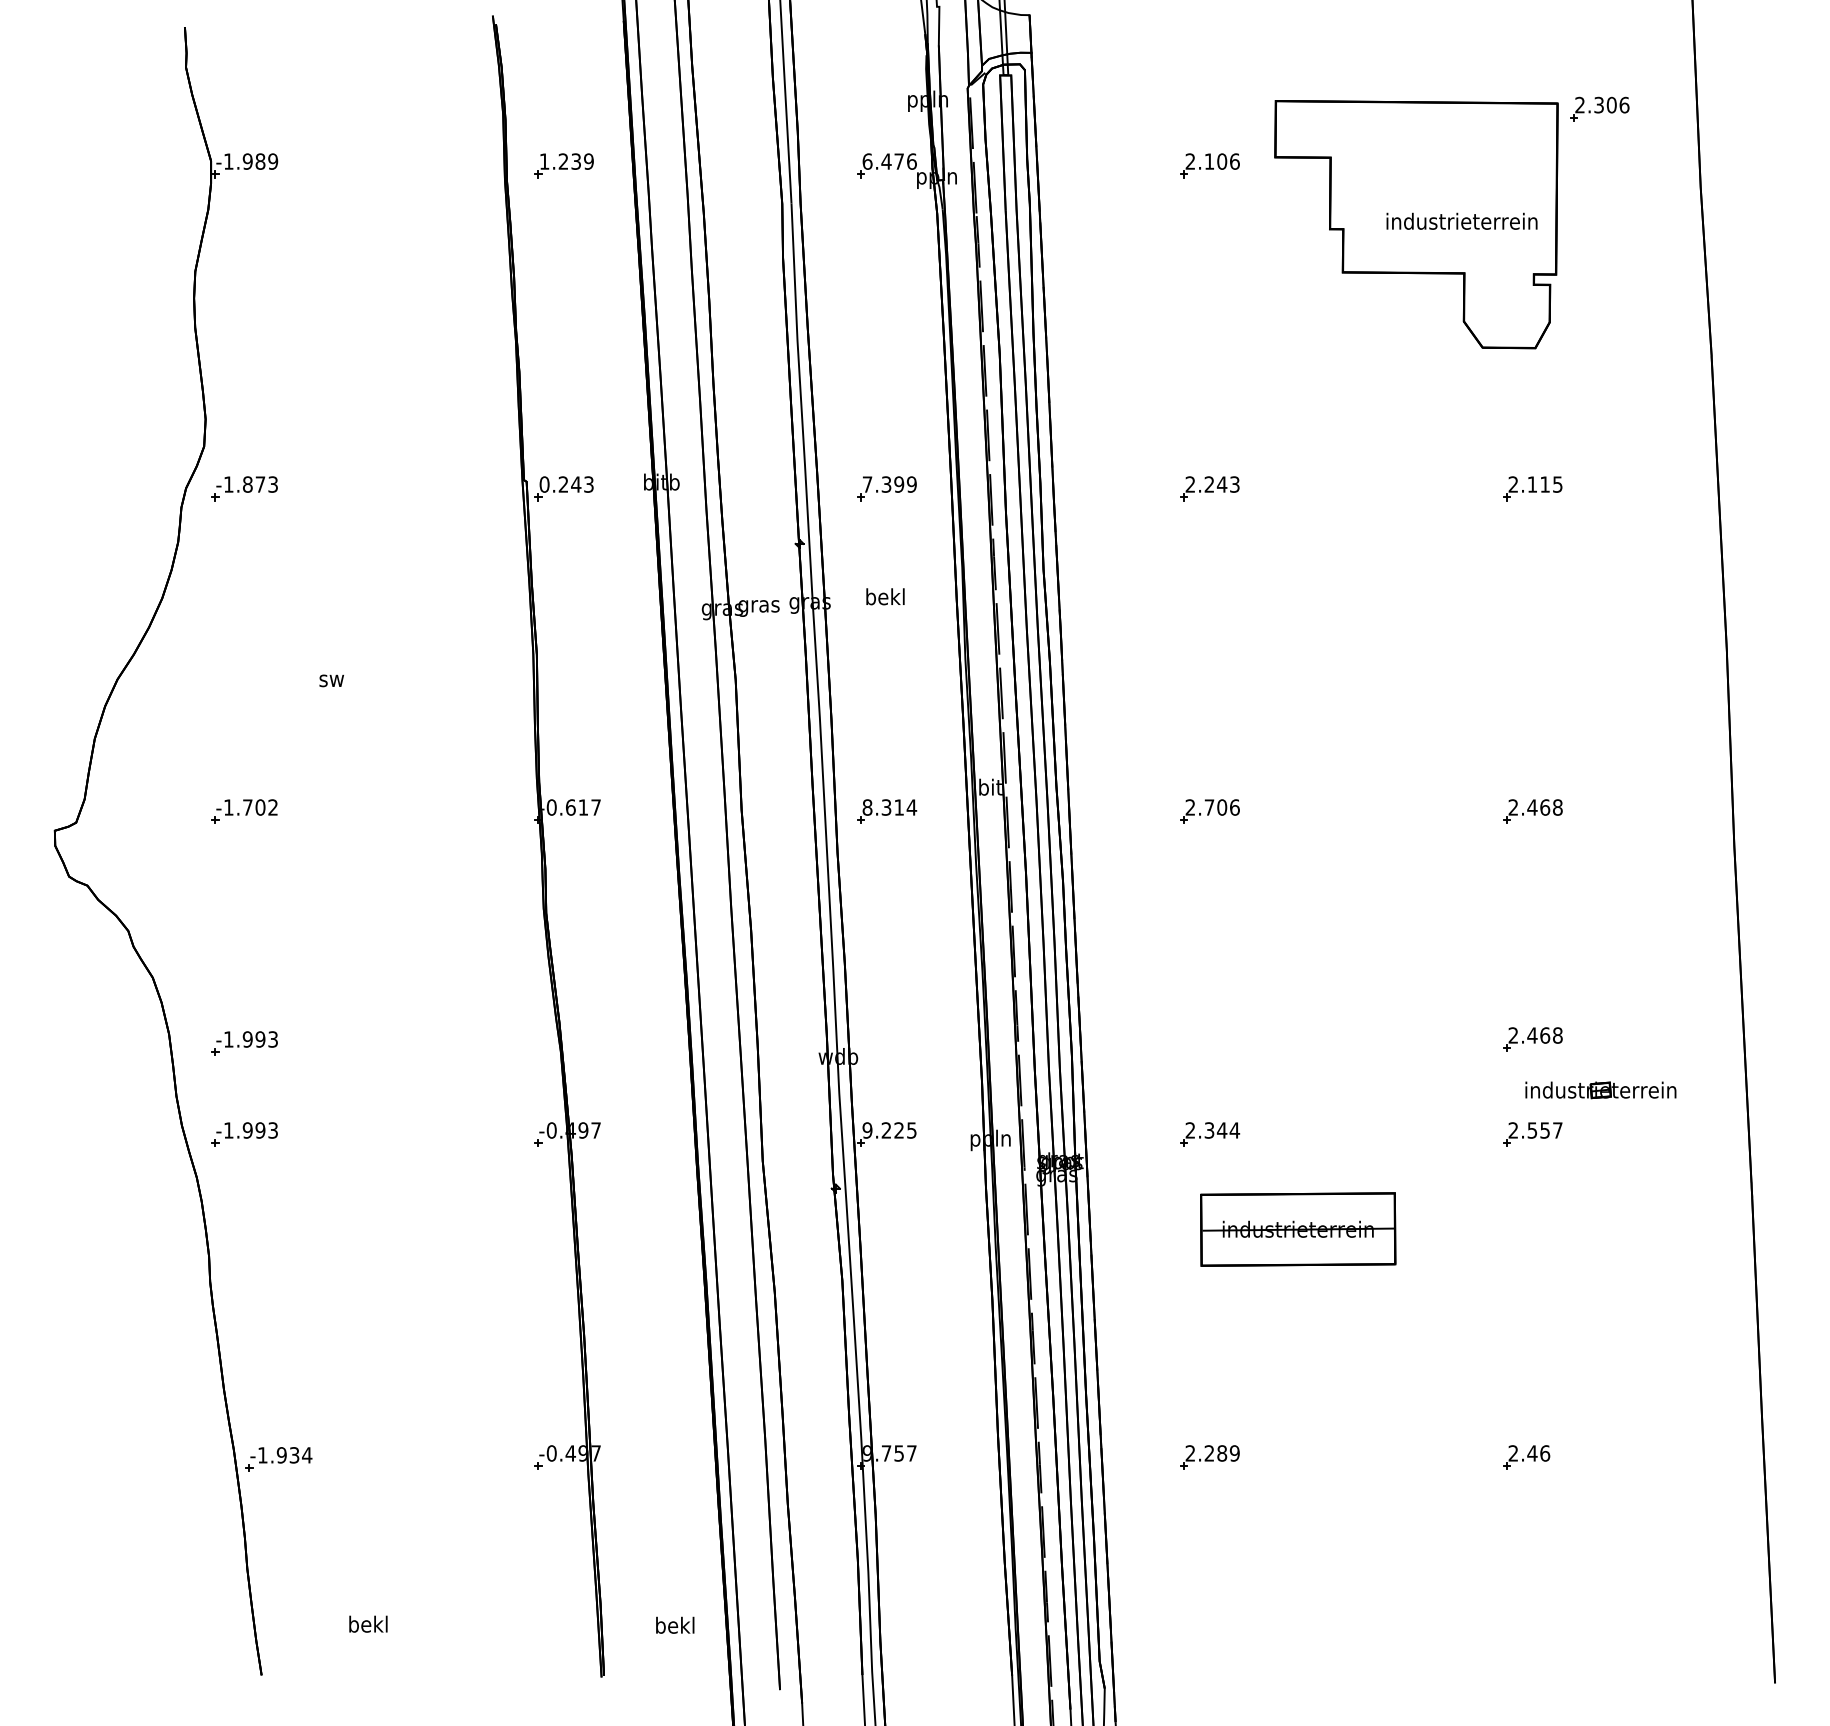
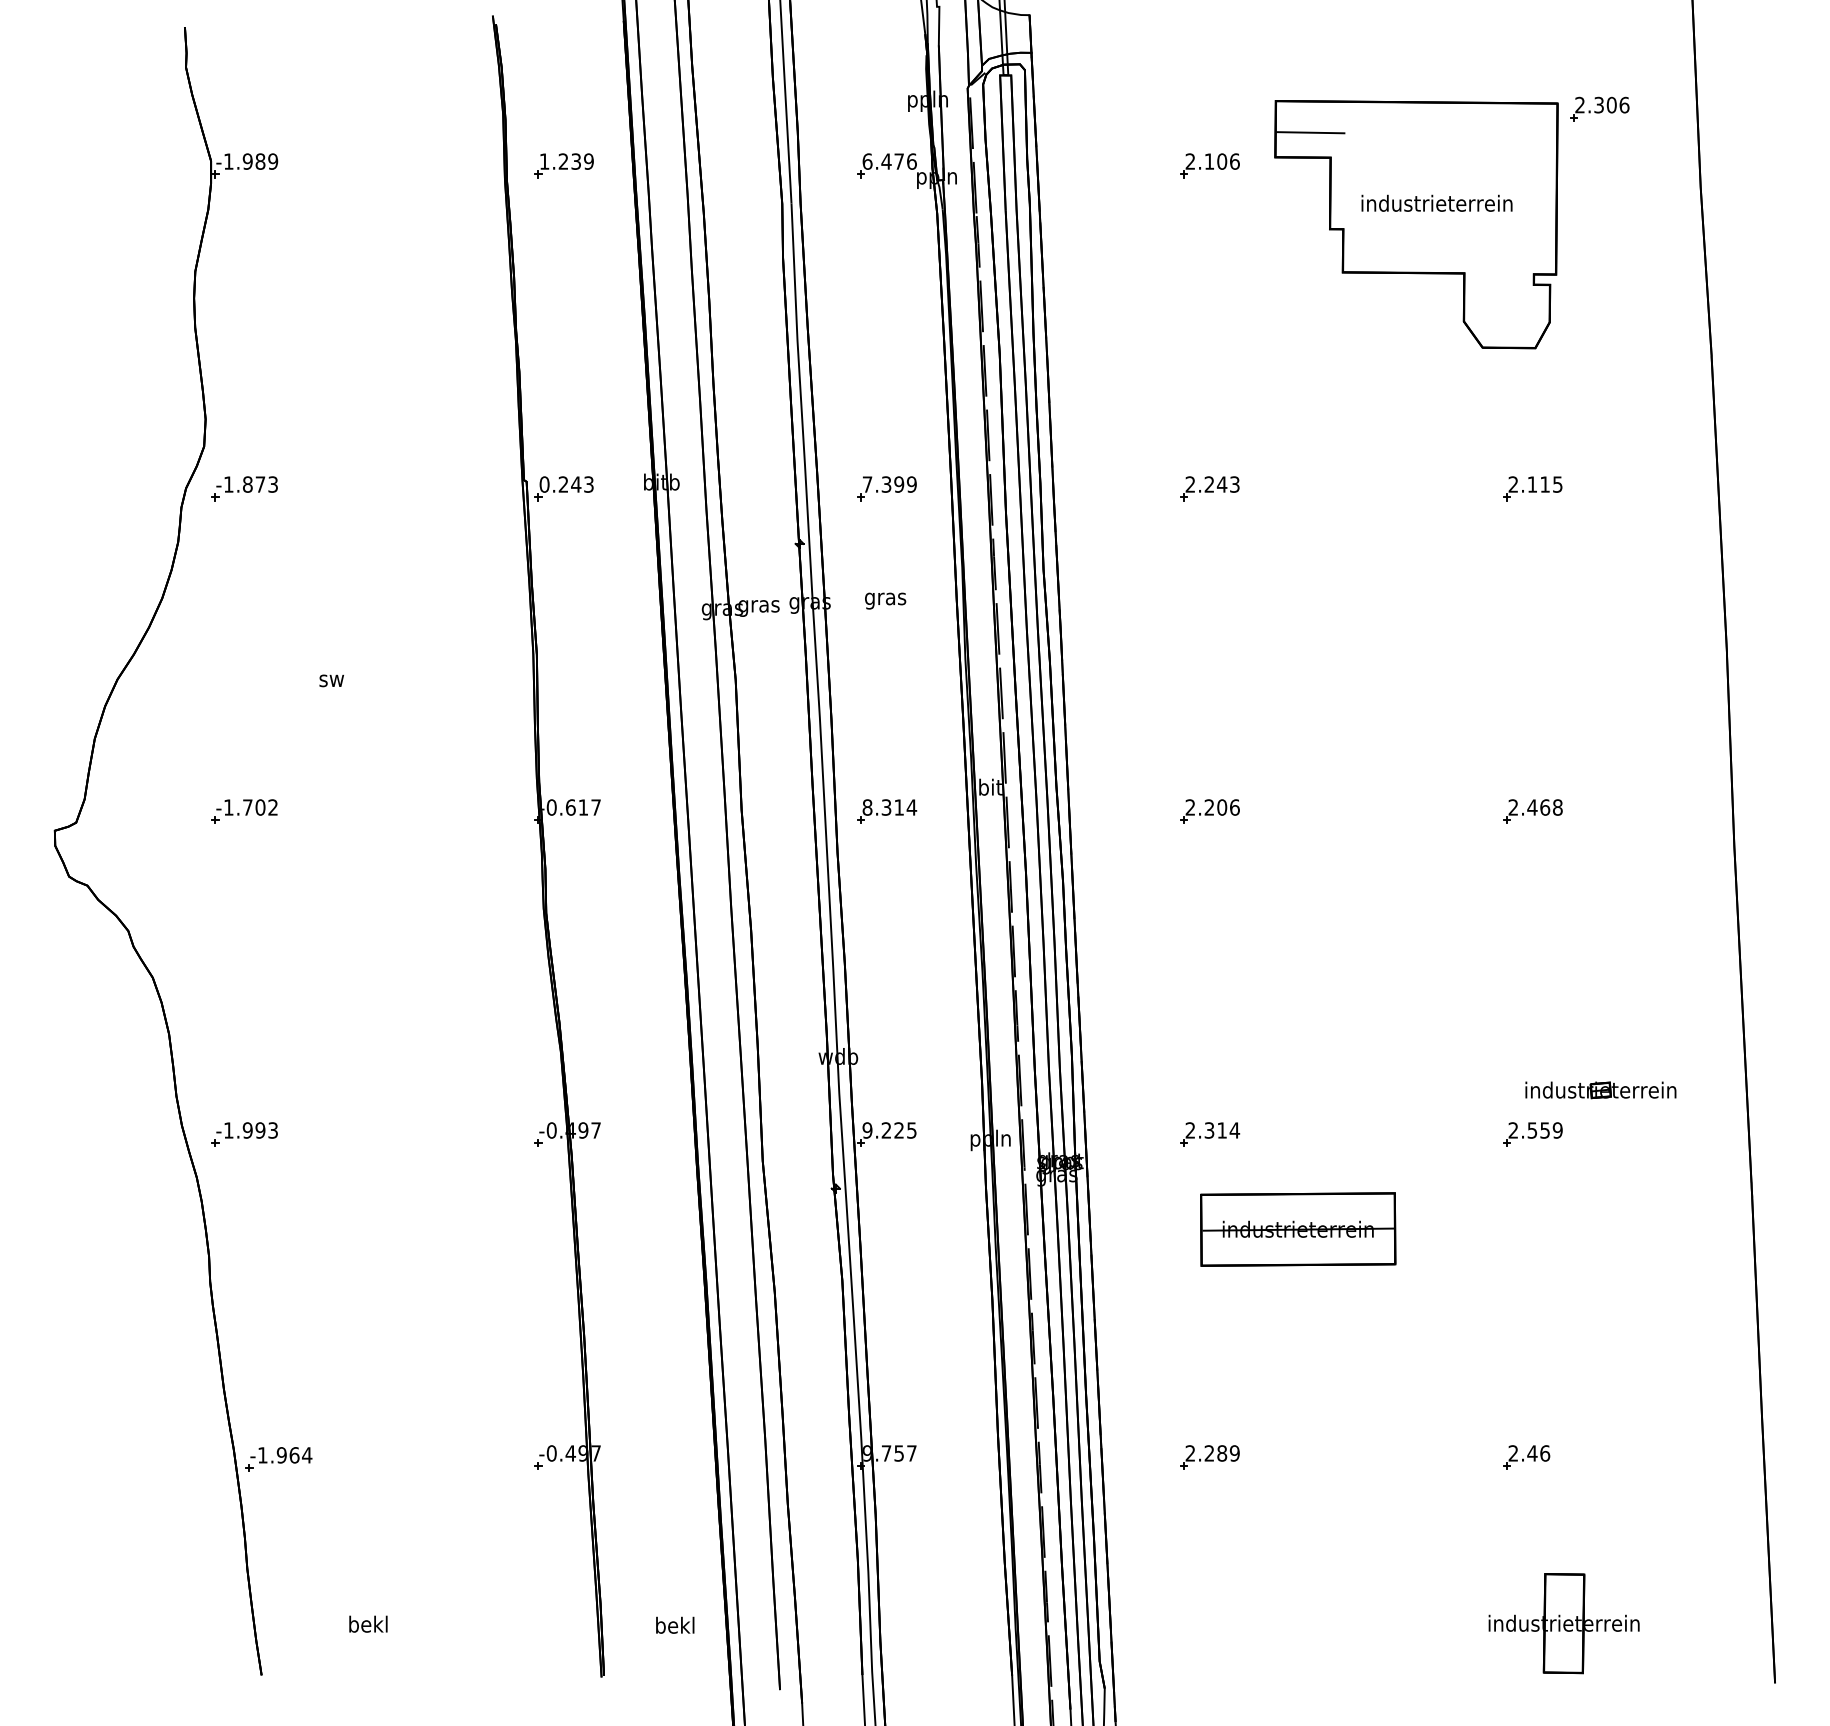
line at (1310, 132): none -> present
text at (1461, 220) position: (1461, 220) -> (1436, 202)
text at (885, 598): bekl -> gras
text at (1209, 807): 2.706 -> 2.206
part at (1532, 1039): present -> none
part at (244, 1043): present -> none
text at (1221, 1130): 2.344 -> 2.314
text at (1557, 1130): 2.557 -> 2.559
text at (294, 1455): -1.934 -> -1.964
part at (1563, 1623): none -> present
